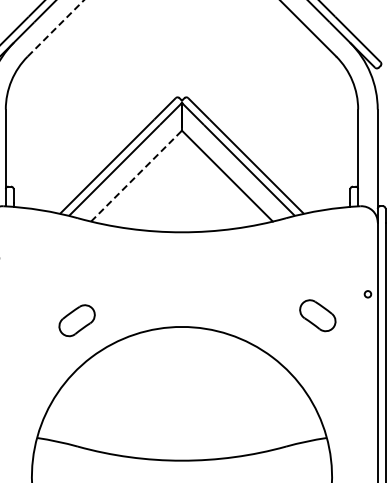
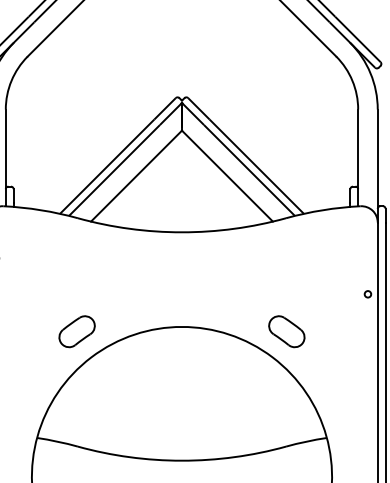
line at (55, 28): dashed -> solid
line at (136, 175): dashed -> solid
part at (317, 315) position: (317, 315) -> (286, 331)
part at (76, 320) position: (76, 320) -> (76, 331)
